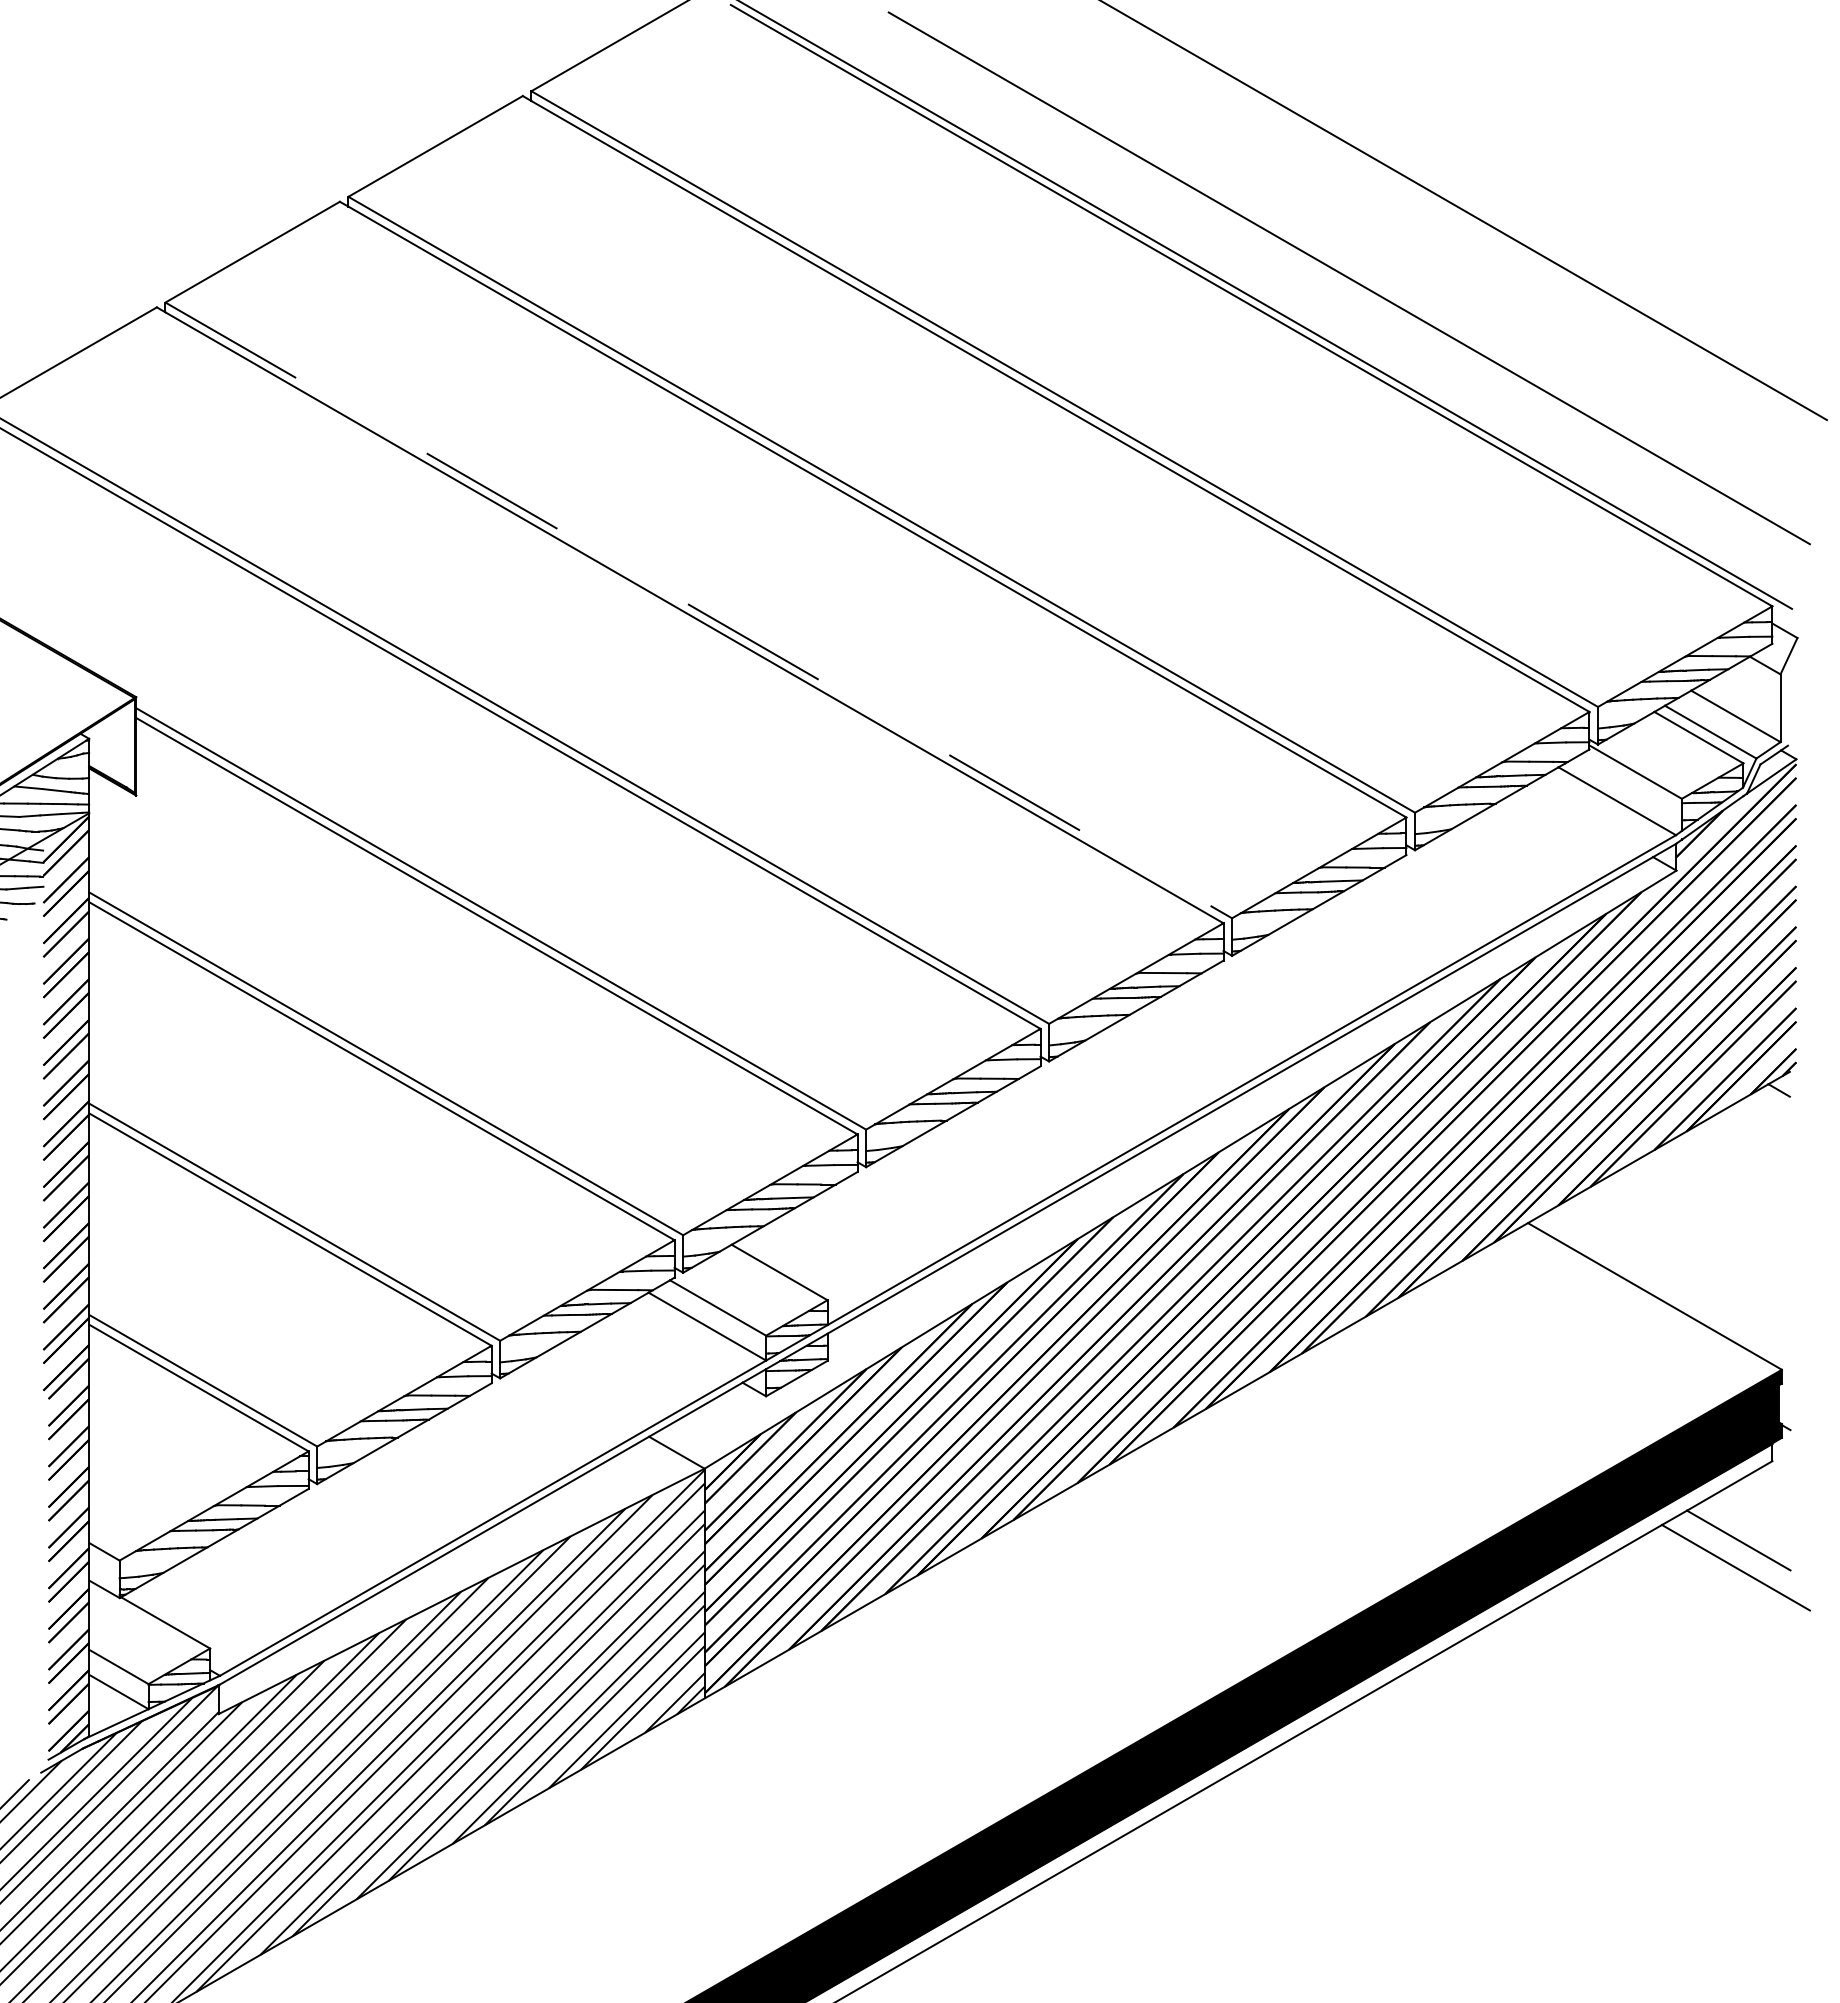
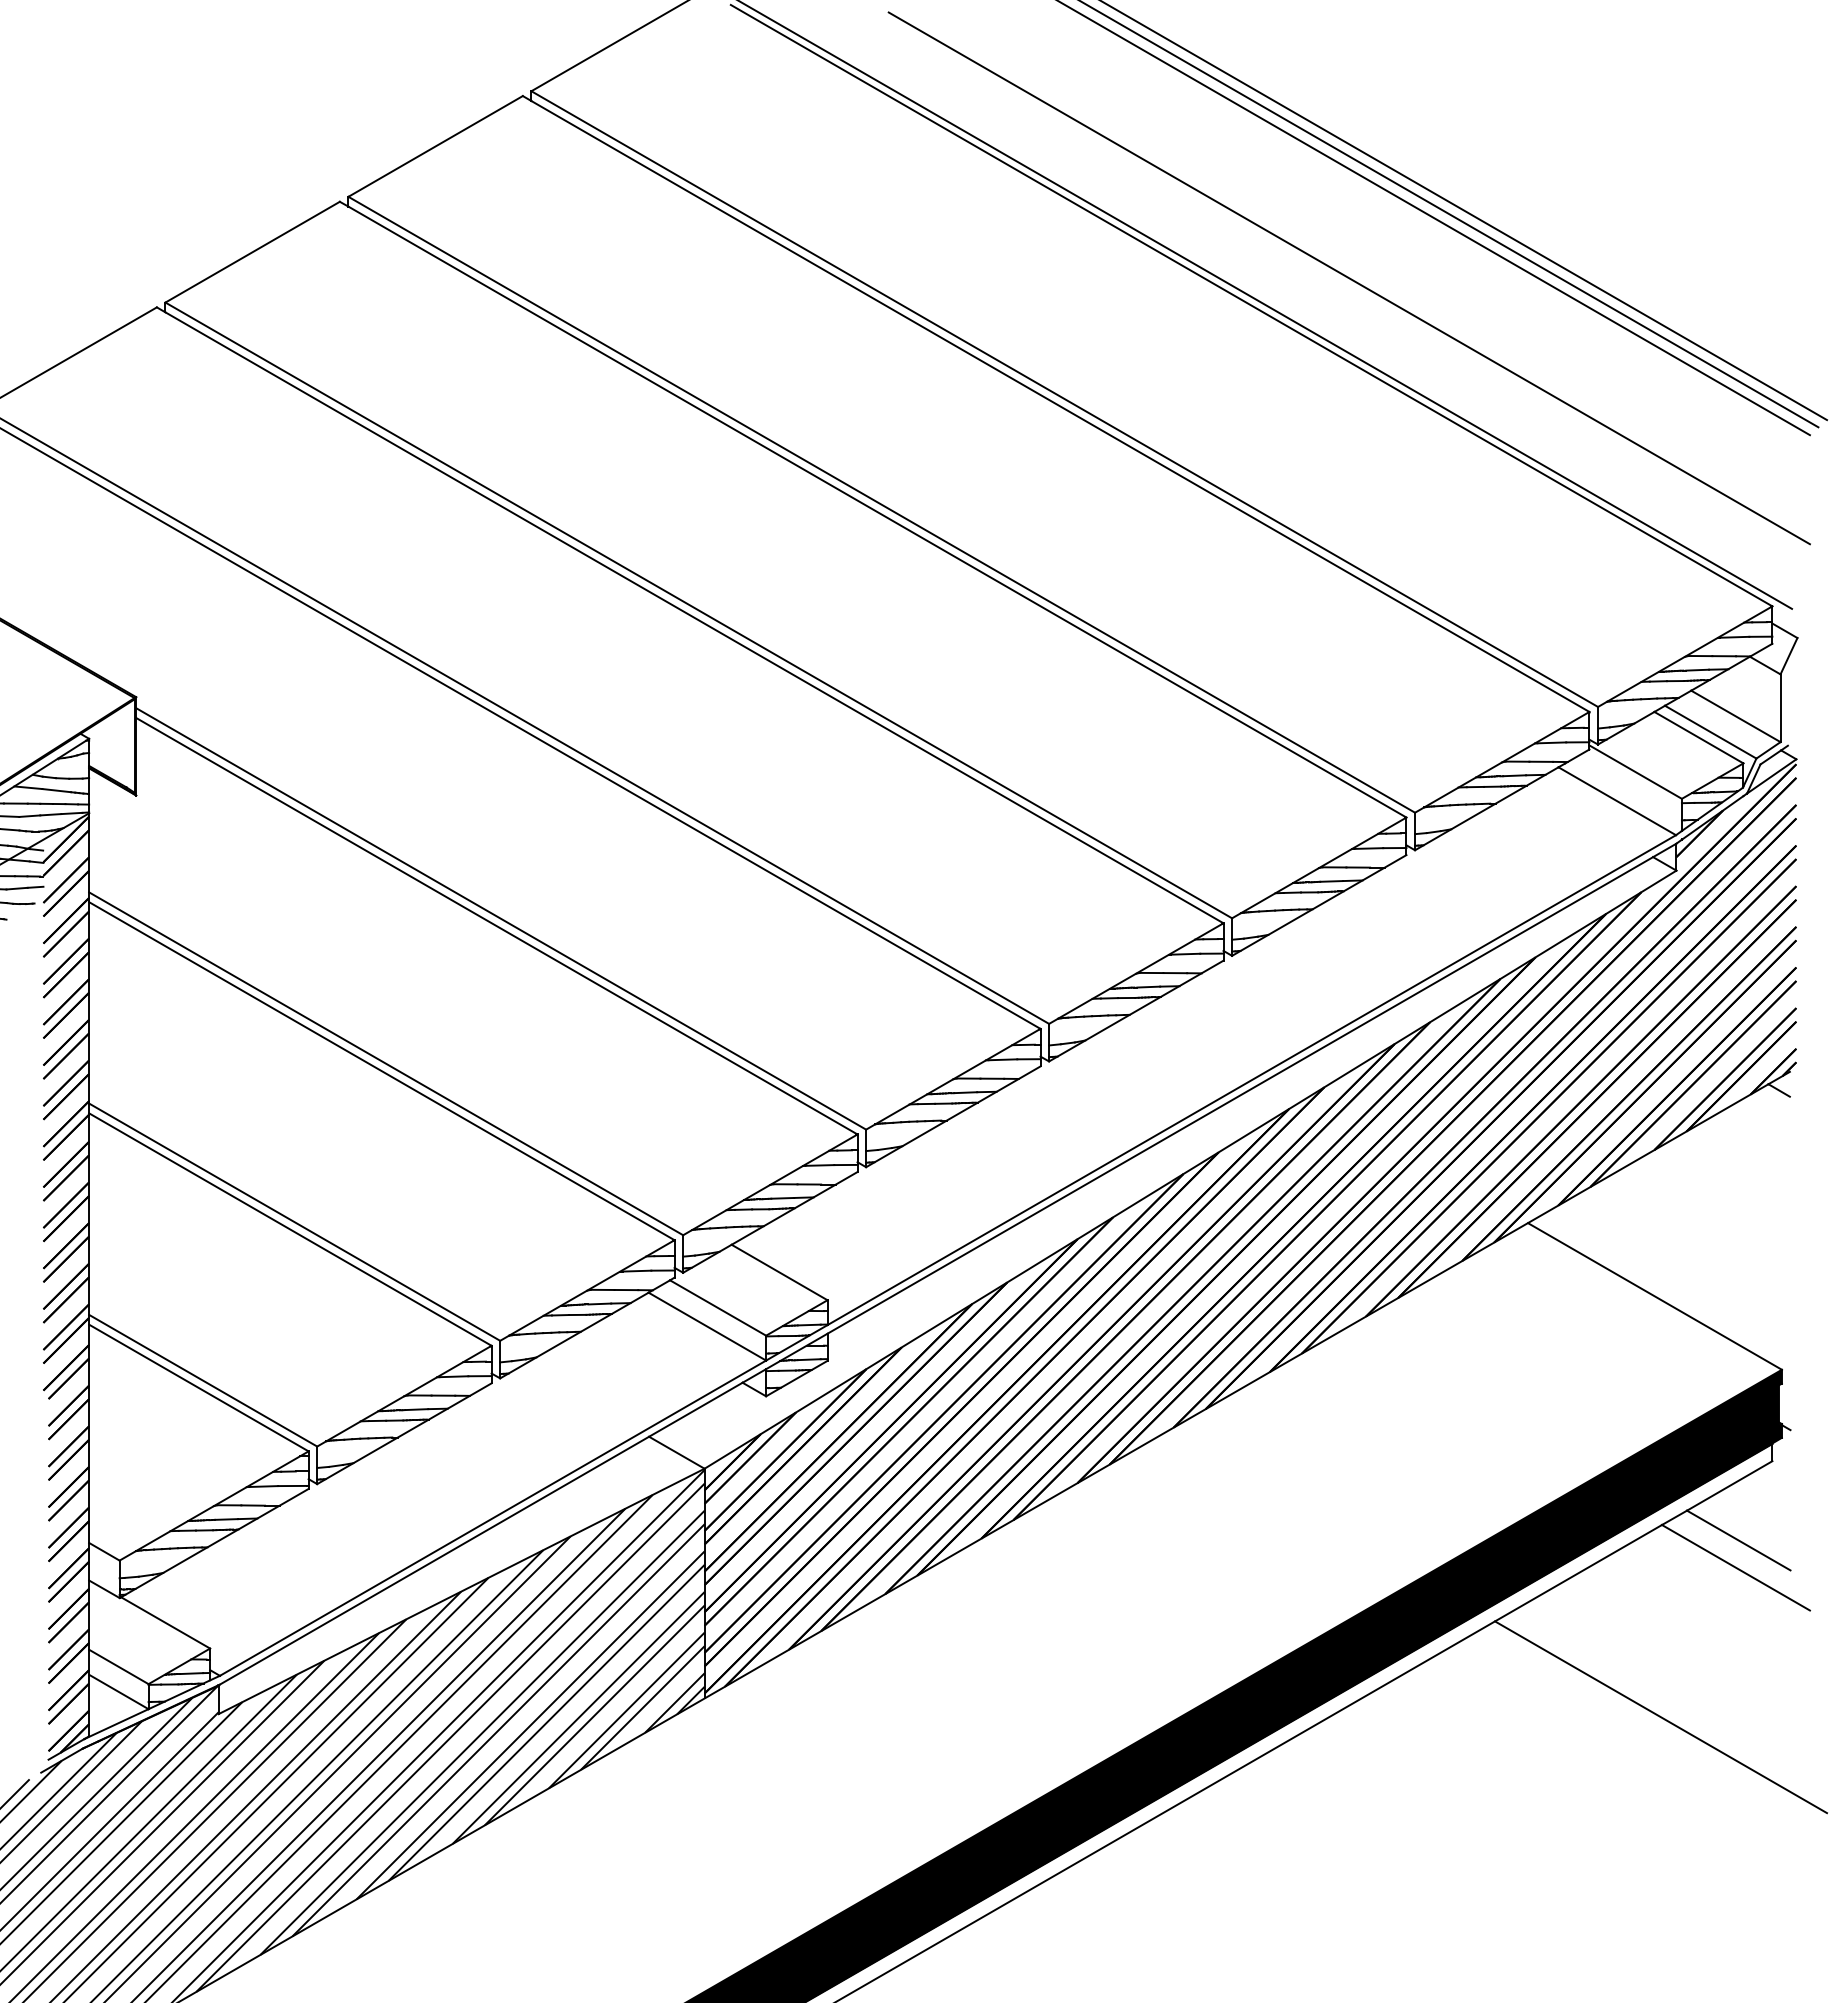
line at (1450, 214): none -> present
line at (1434, 218): none -> present
line at (698, 610): dashed -> solid
line at (1661, 1717): none -> present
